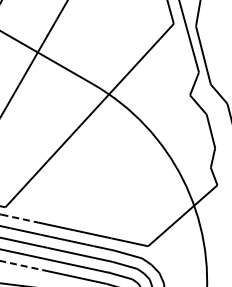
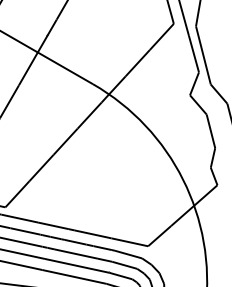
line at (19, 218): dashed -> solid
line at (21, 265): dashed -> solid
